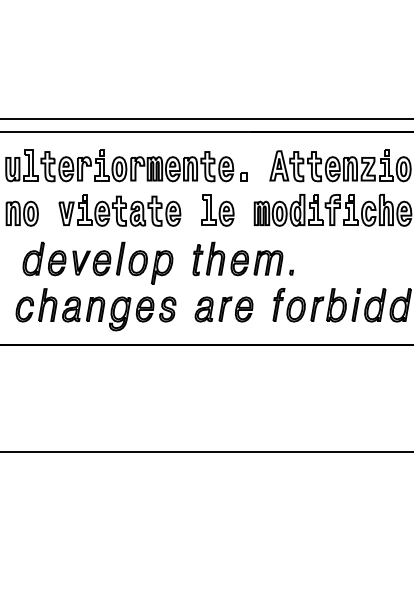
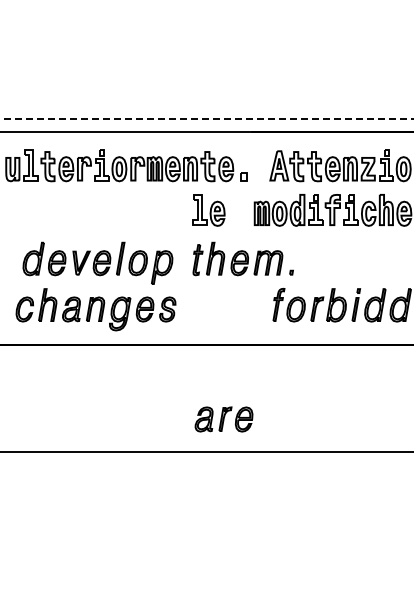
line at (207, 119): solid -> dashed
part at (119, 210): present -> none
part at (217, 210) position: (217, 210) -> (208, 210)
part at (21, 213): present -> none
part at (223, 309) position: (223, 309) -> (223, 419)
